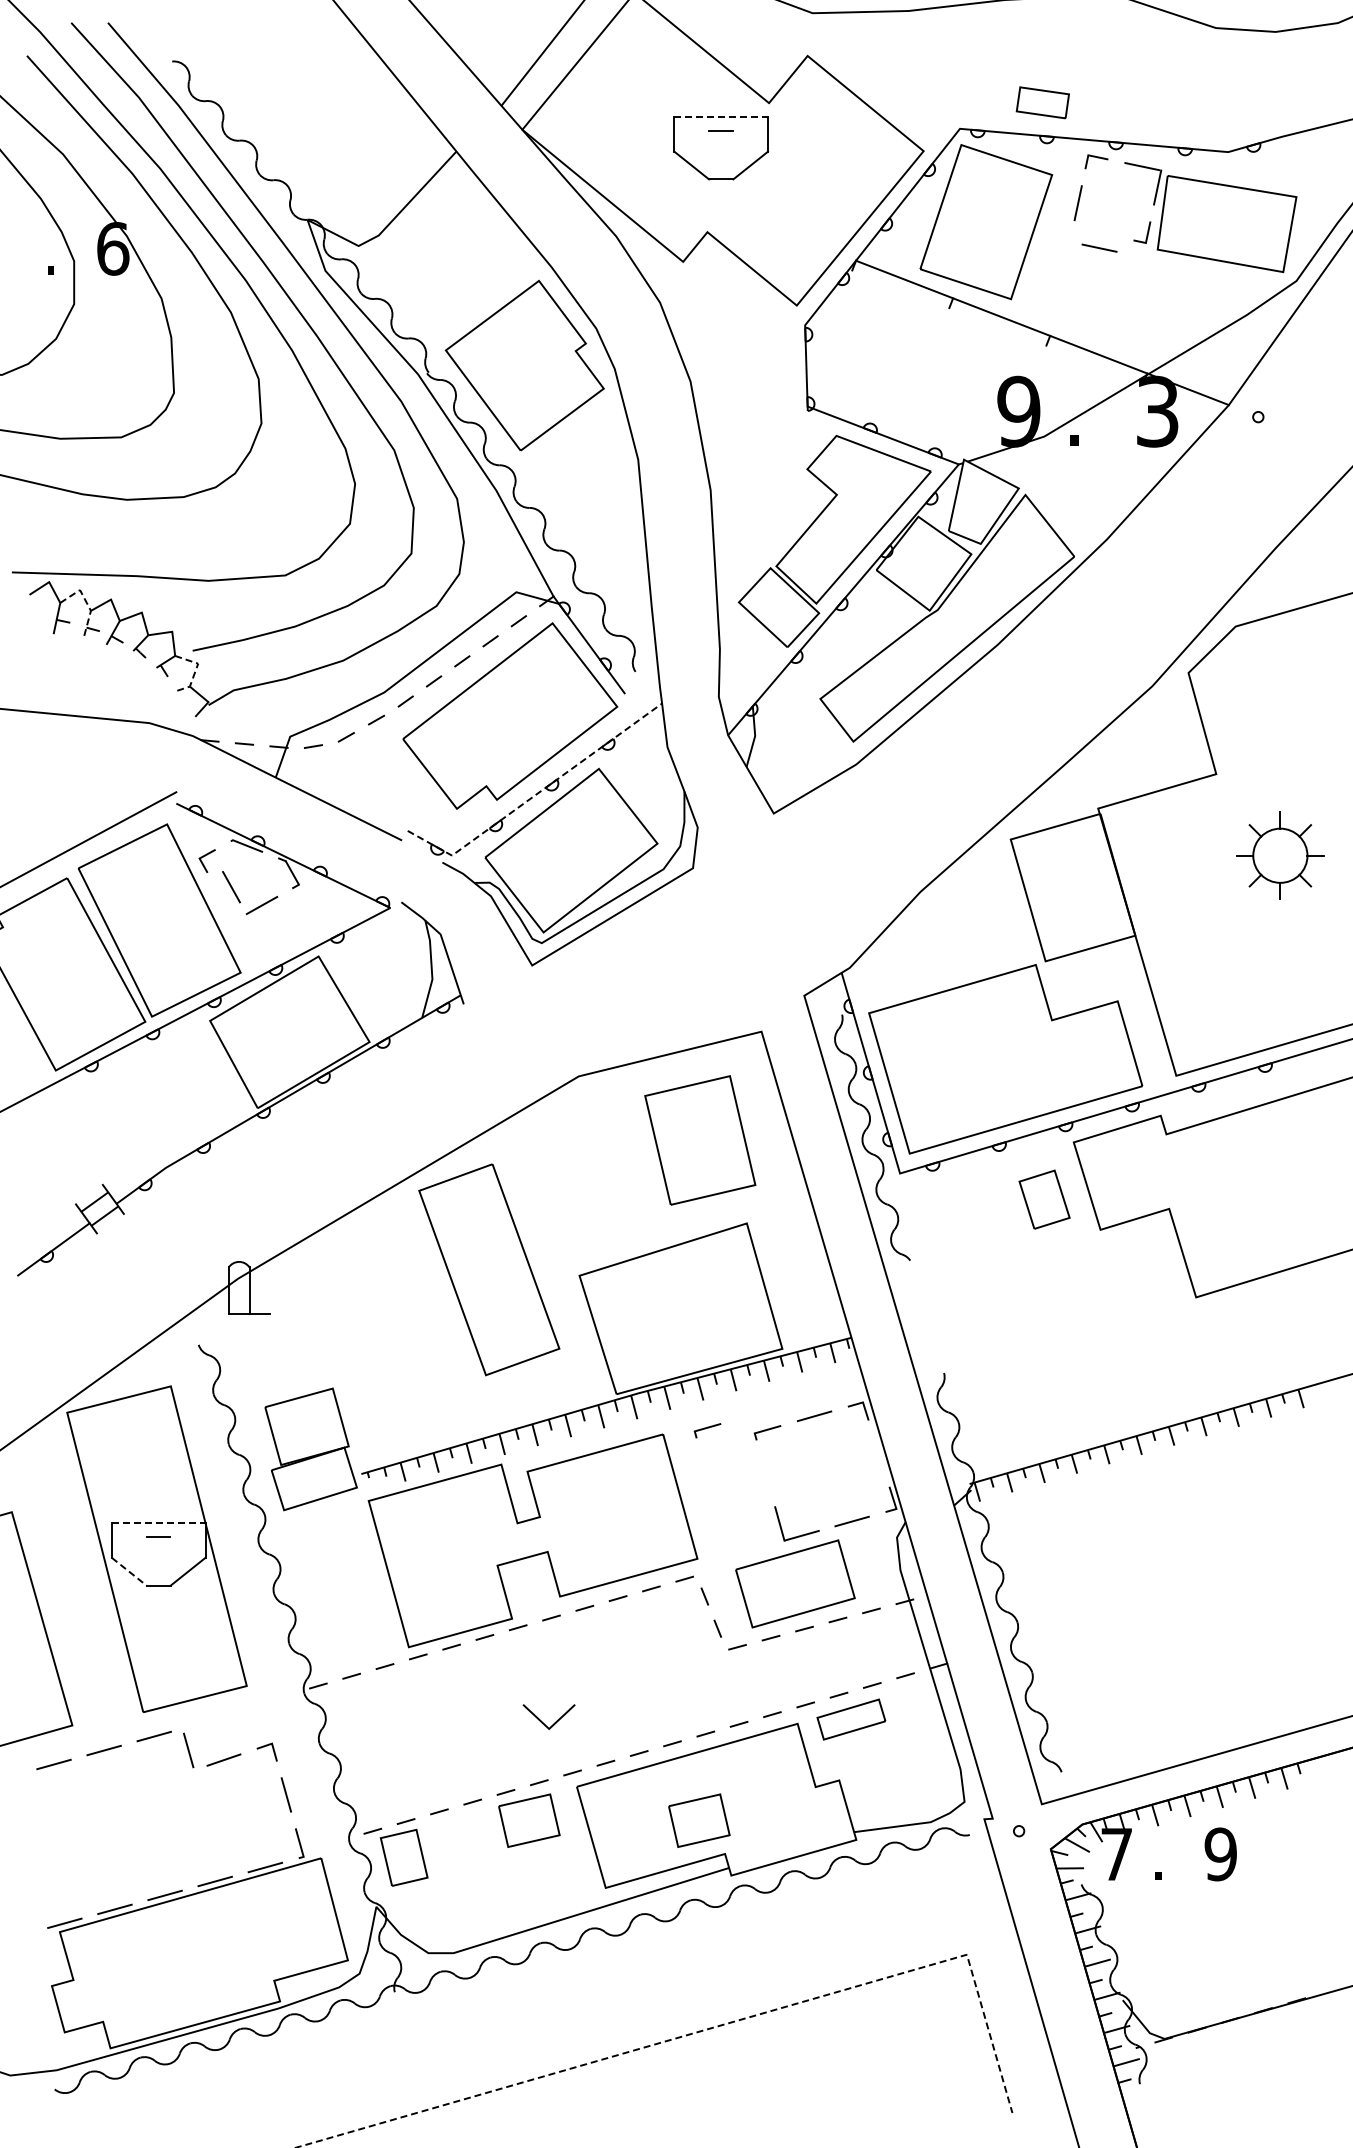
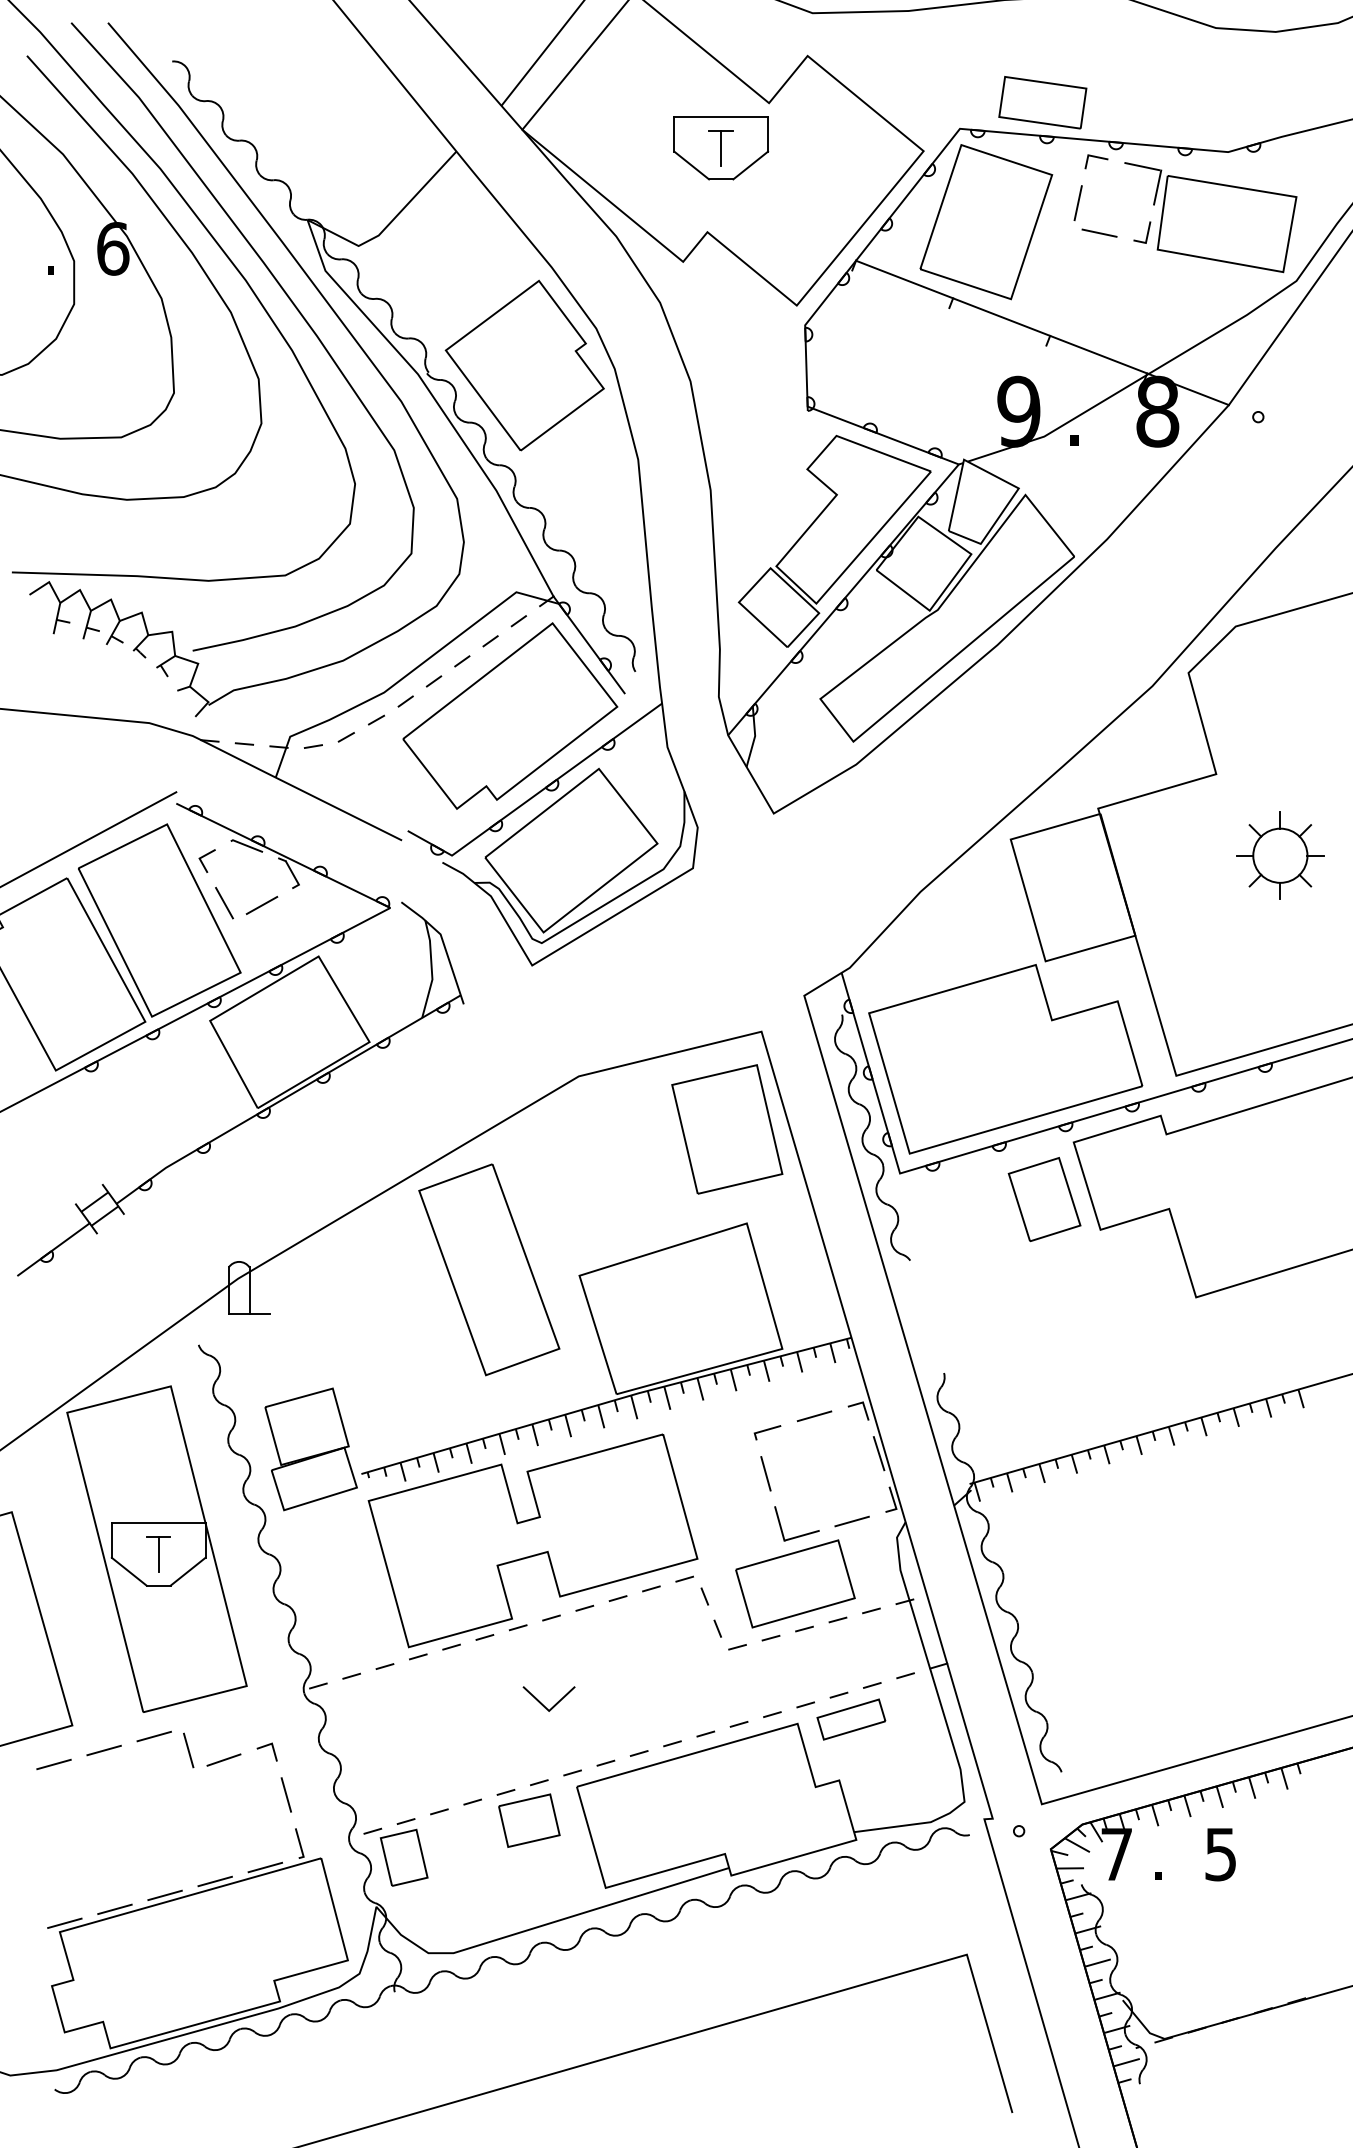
part at (1042, 102) size: 55x34 px -> 90x54 px
line at (721, 117): dashed -> solid
line at (721, 147): none -> present
line at (1099, 247) position: (1099, 247) -> (1099, 232)
text at (1157, 411): 3 -> 8
line at (86, 603): dashed -> solid
line at (195, 670): dashed -> solid
line at (536, 794): dashed -> solid
line at (231, 887) position: (231, 887) -> (224, 903)
part at (700, 1140) position: (700, 1140) -> (727, 1129)
part at (1044, 1199) size: 53x61 px -> 75x86 px
line at (707, 1428): present -> none
line at (878, 1453): none -> present
line at (765, 1473): none -> present
line at (158, 1523): dashed -> solid
line at (158, 1554): none -> present
line at (129, 1572): dashed -> solid
line at (542, 1721) position: (542, 1721) -> (542, 1703)
part at (699, 1820): present -> none
text at (1220, 1854): 9 -> 5
line at (711, 2028): dashed -> solid
